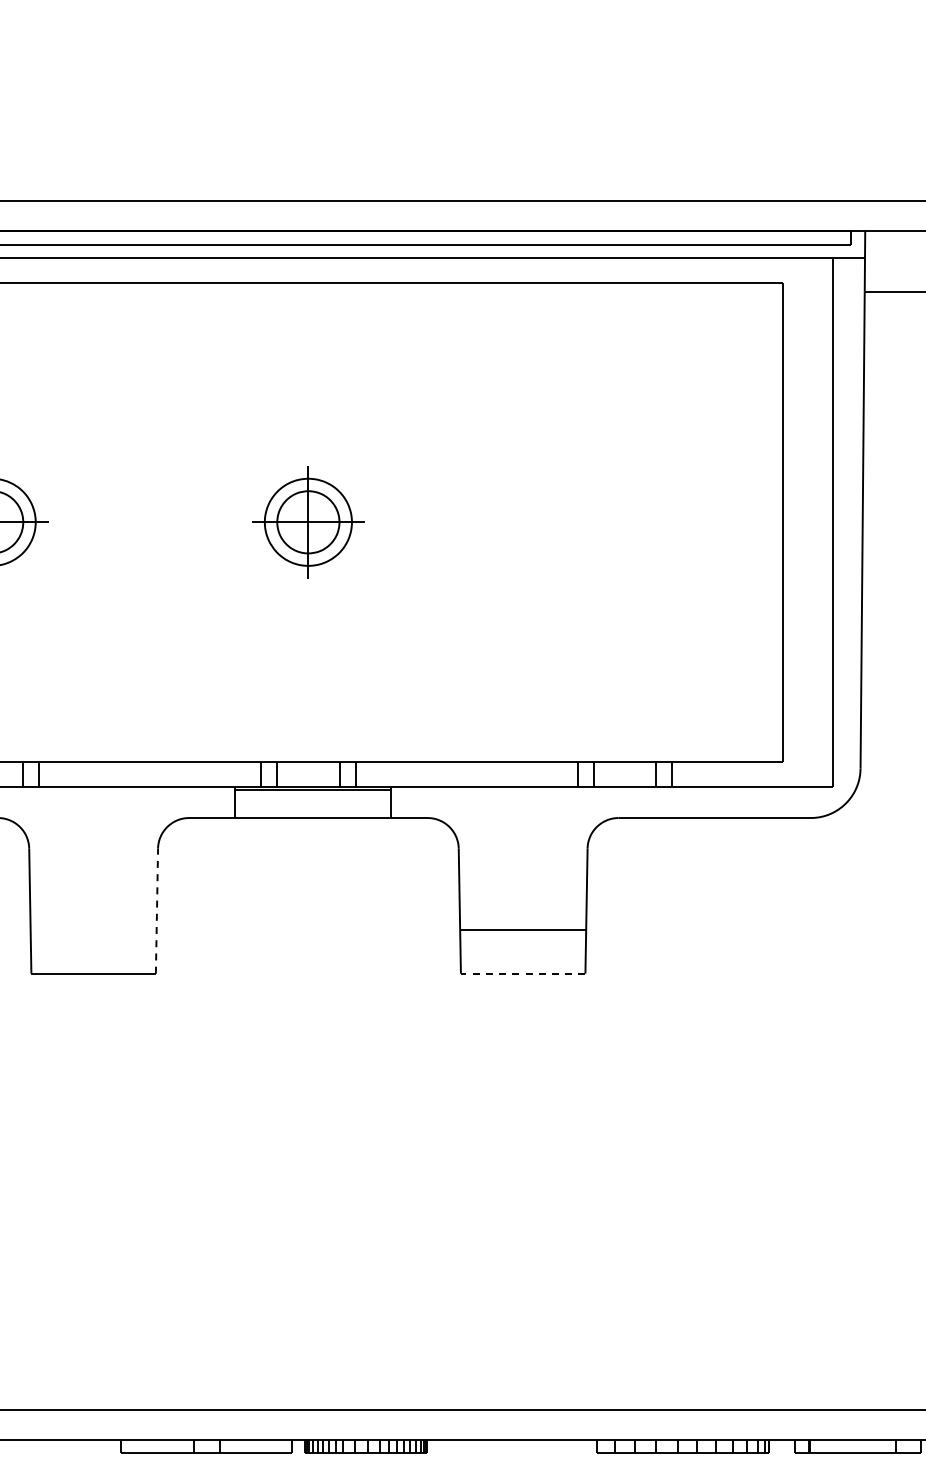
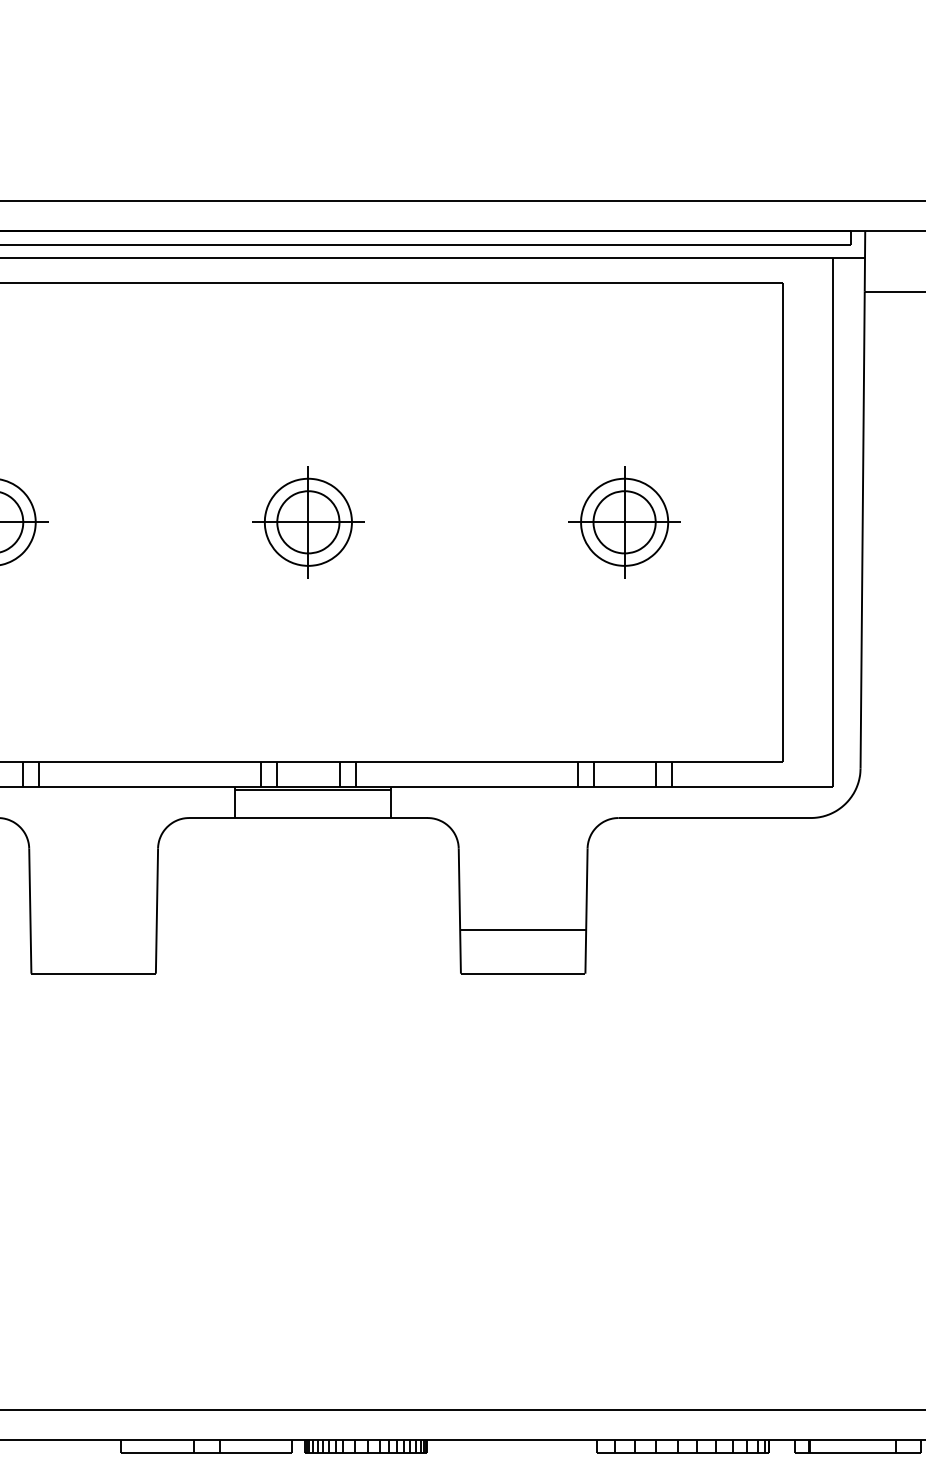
part at (624, 522): none -> present
line at (156, 911): dashed -> solid
line at (522, 973): dashed -> solid
